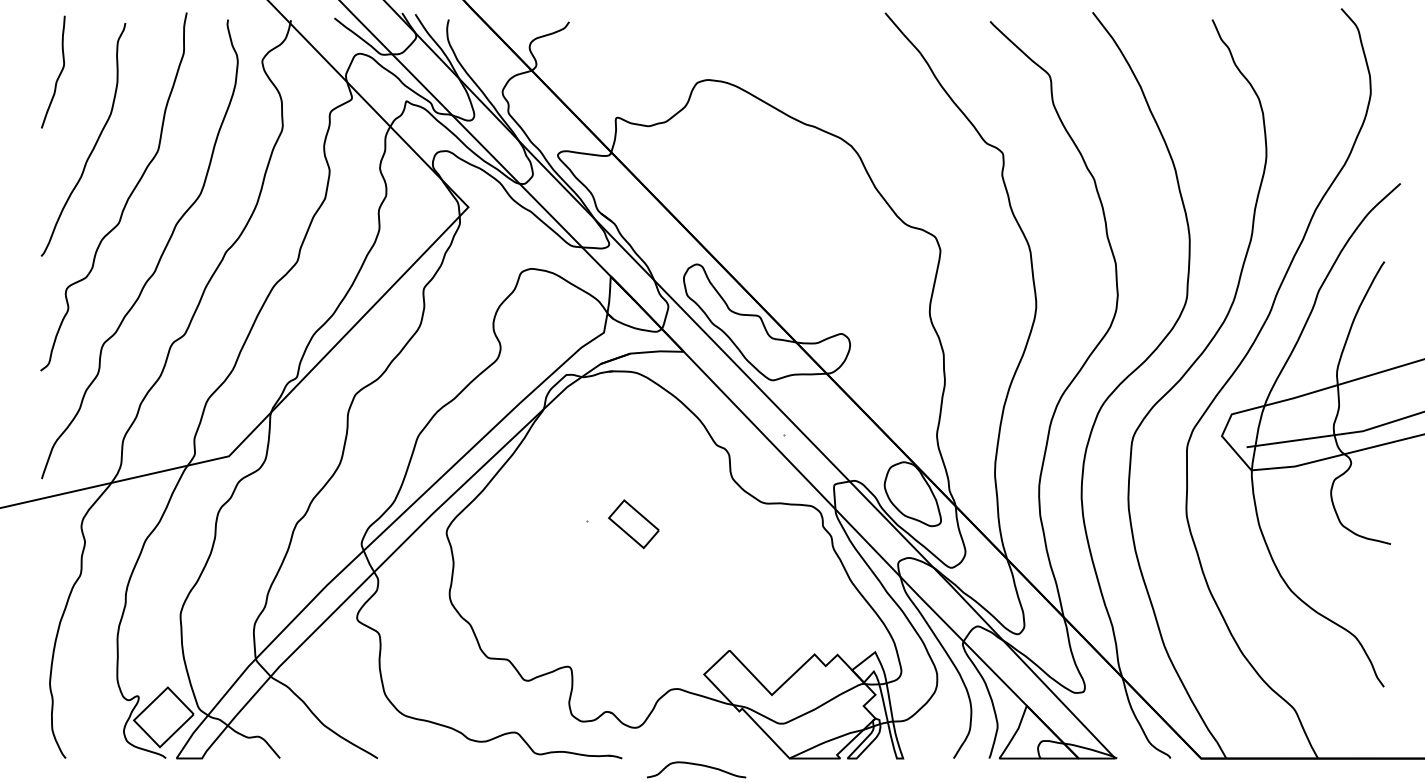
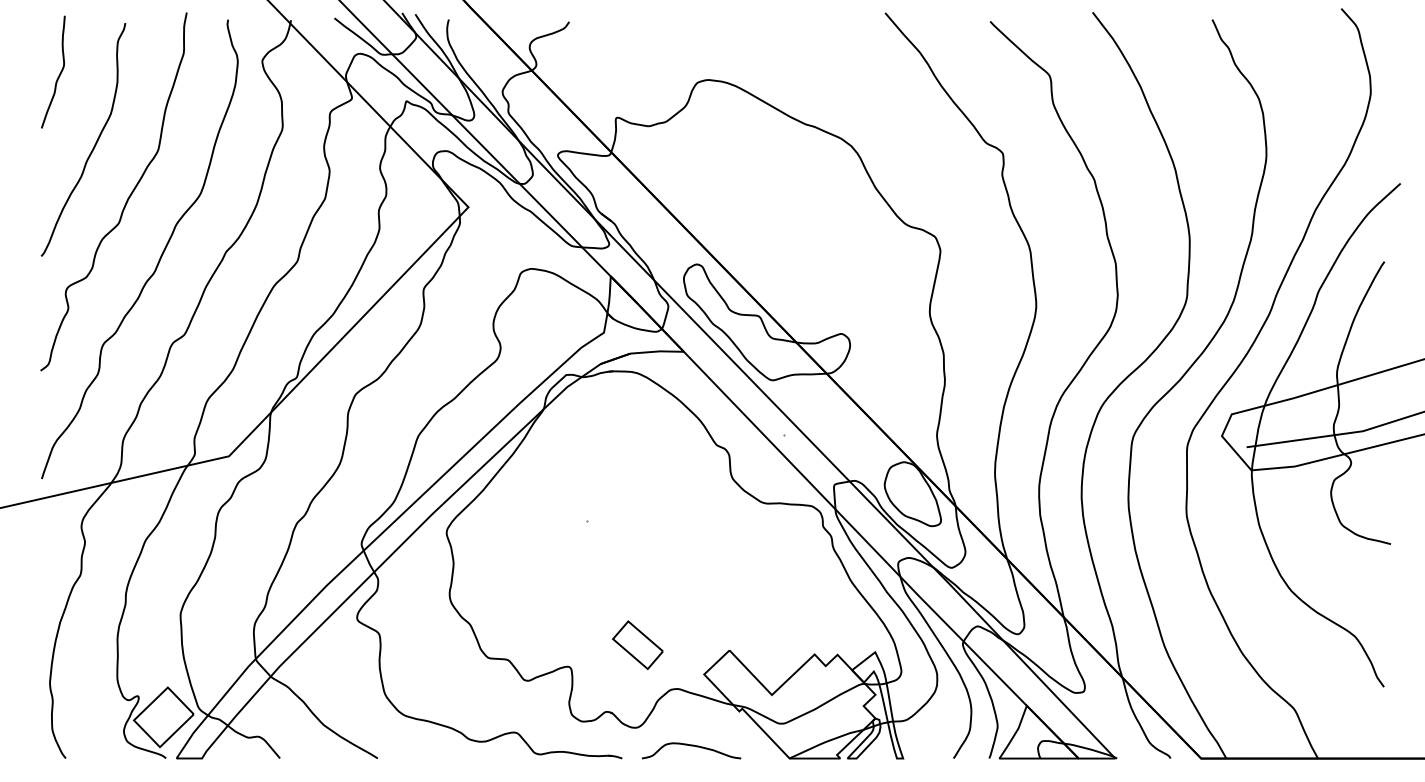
part at (633, 524) position: (633, 524) -> (637, 645)
curve at (696, 765) position: (696, 765) -> (691, 746)
